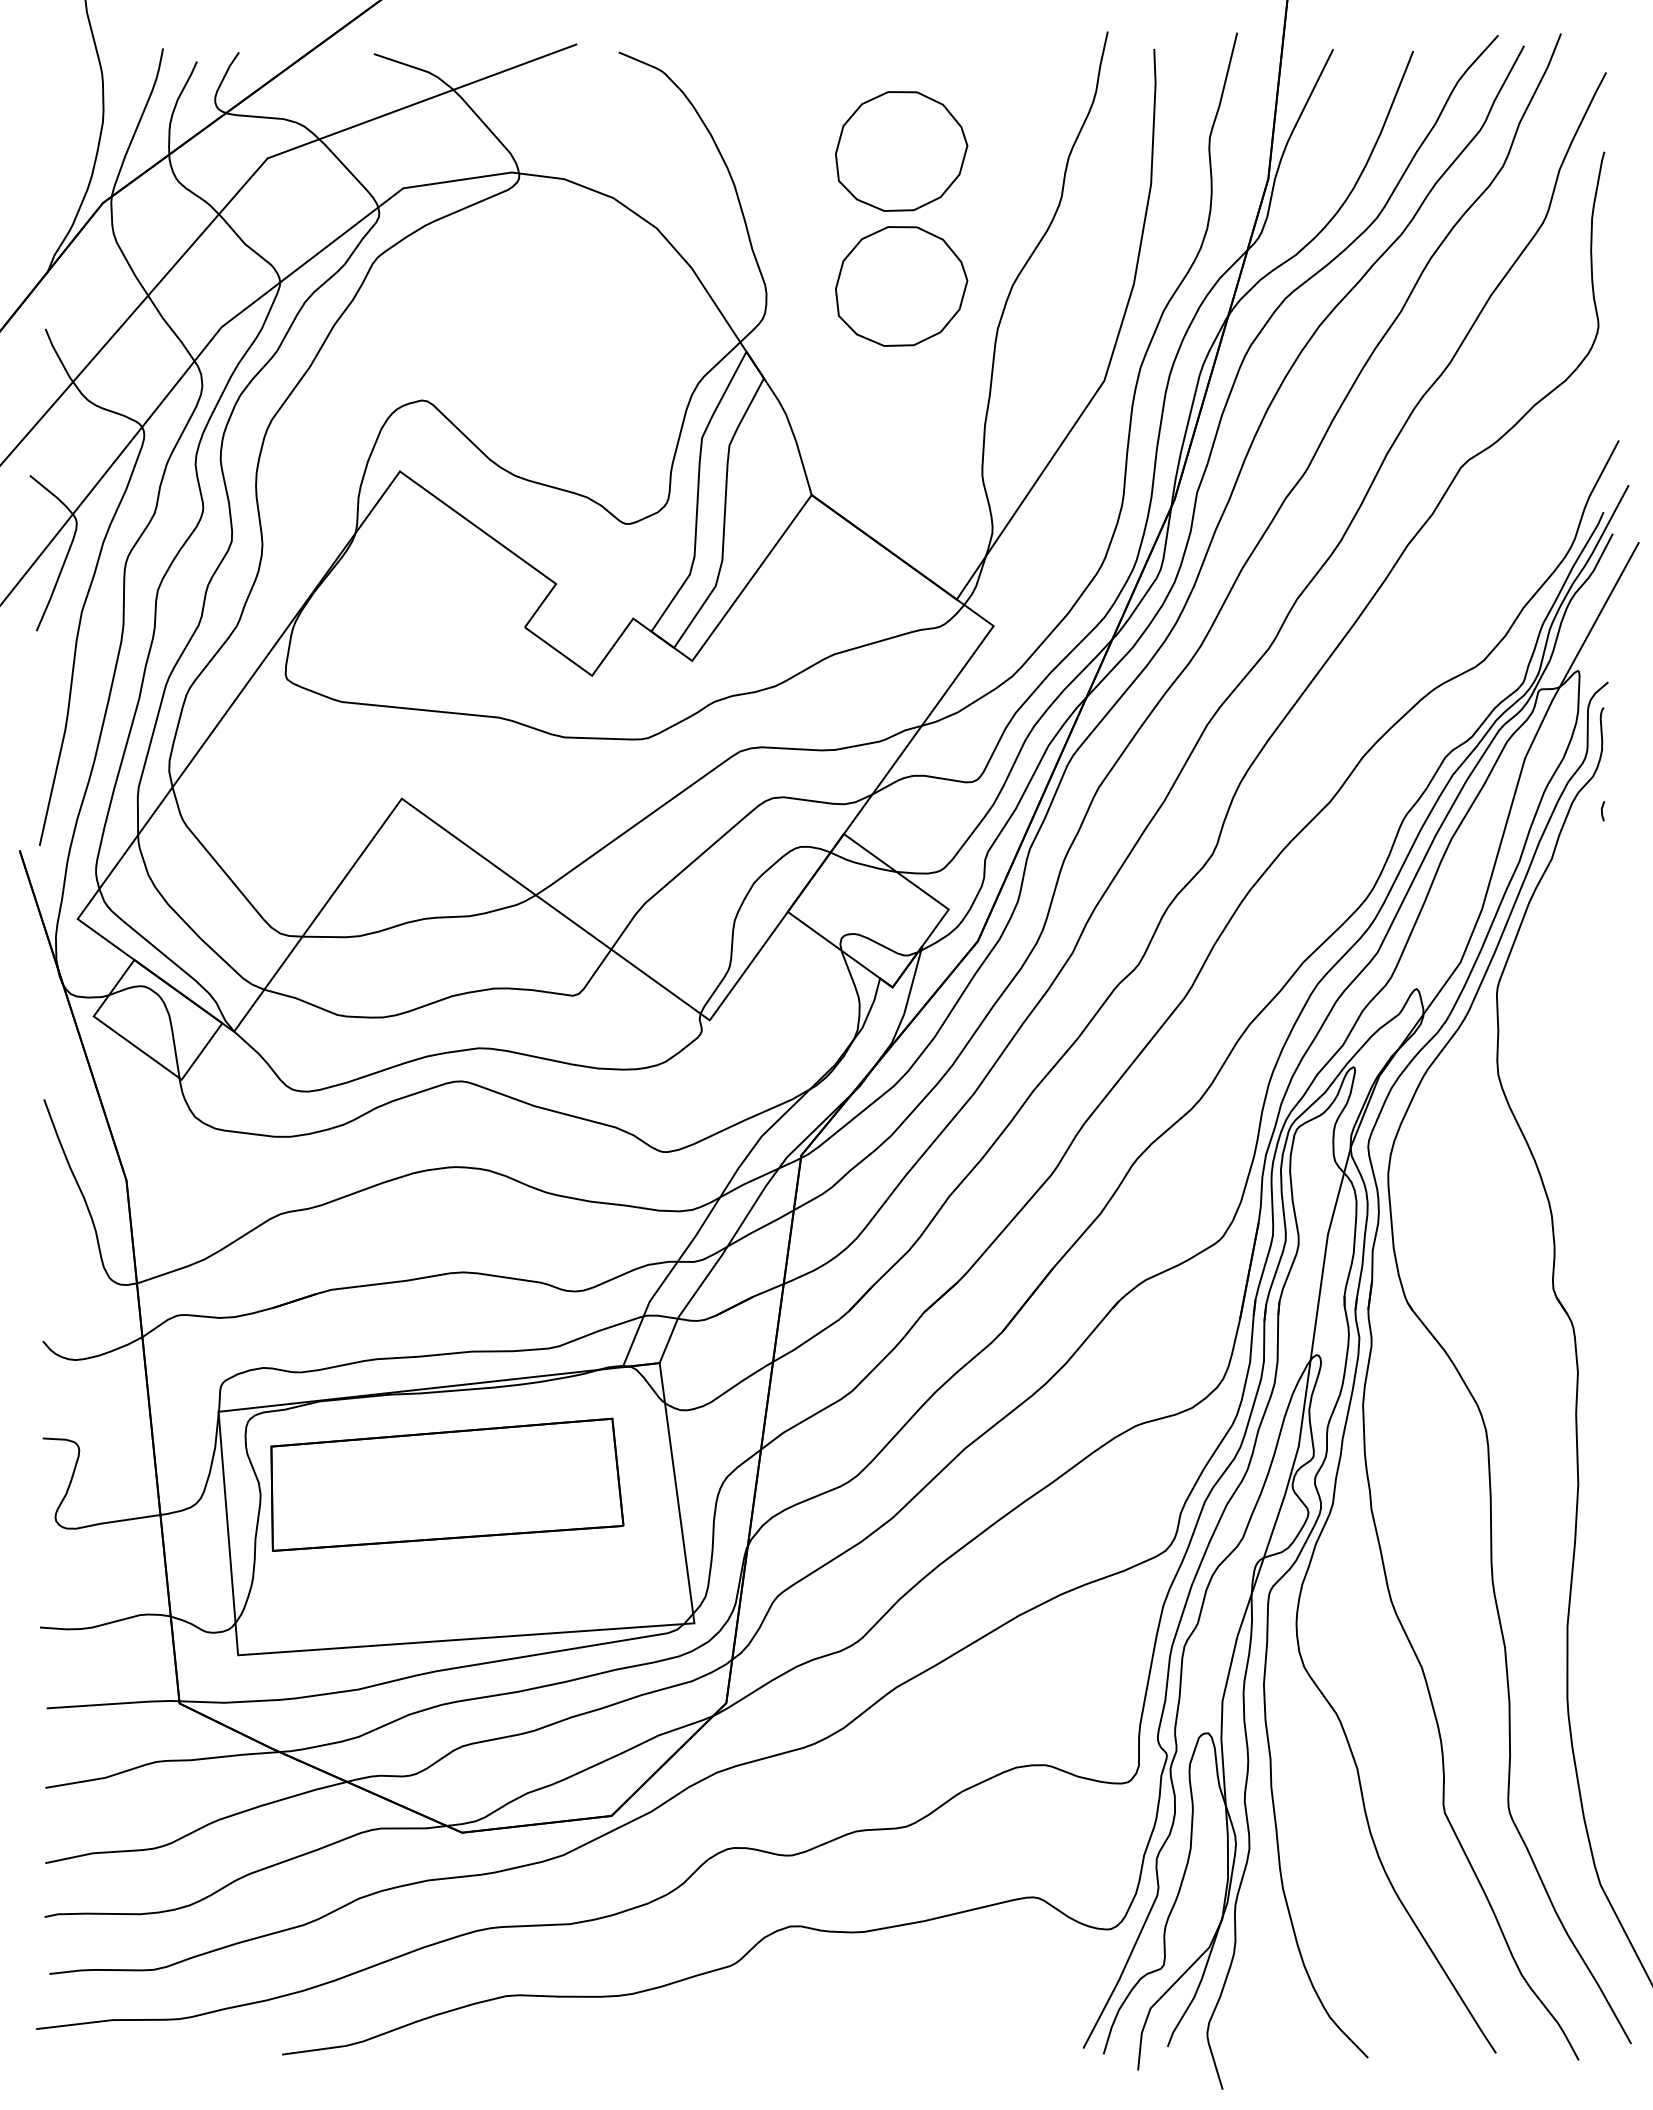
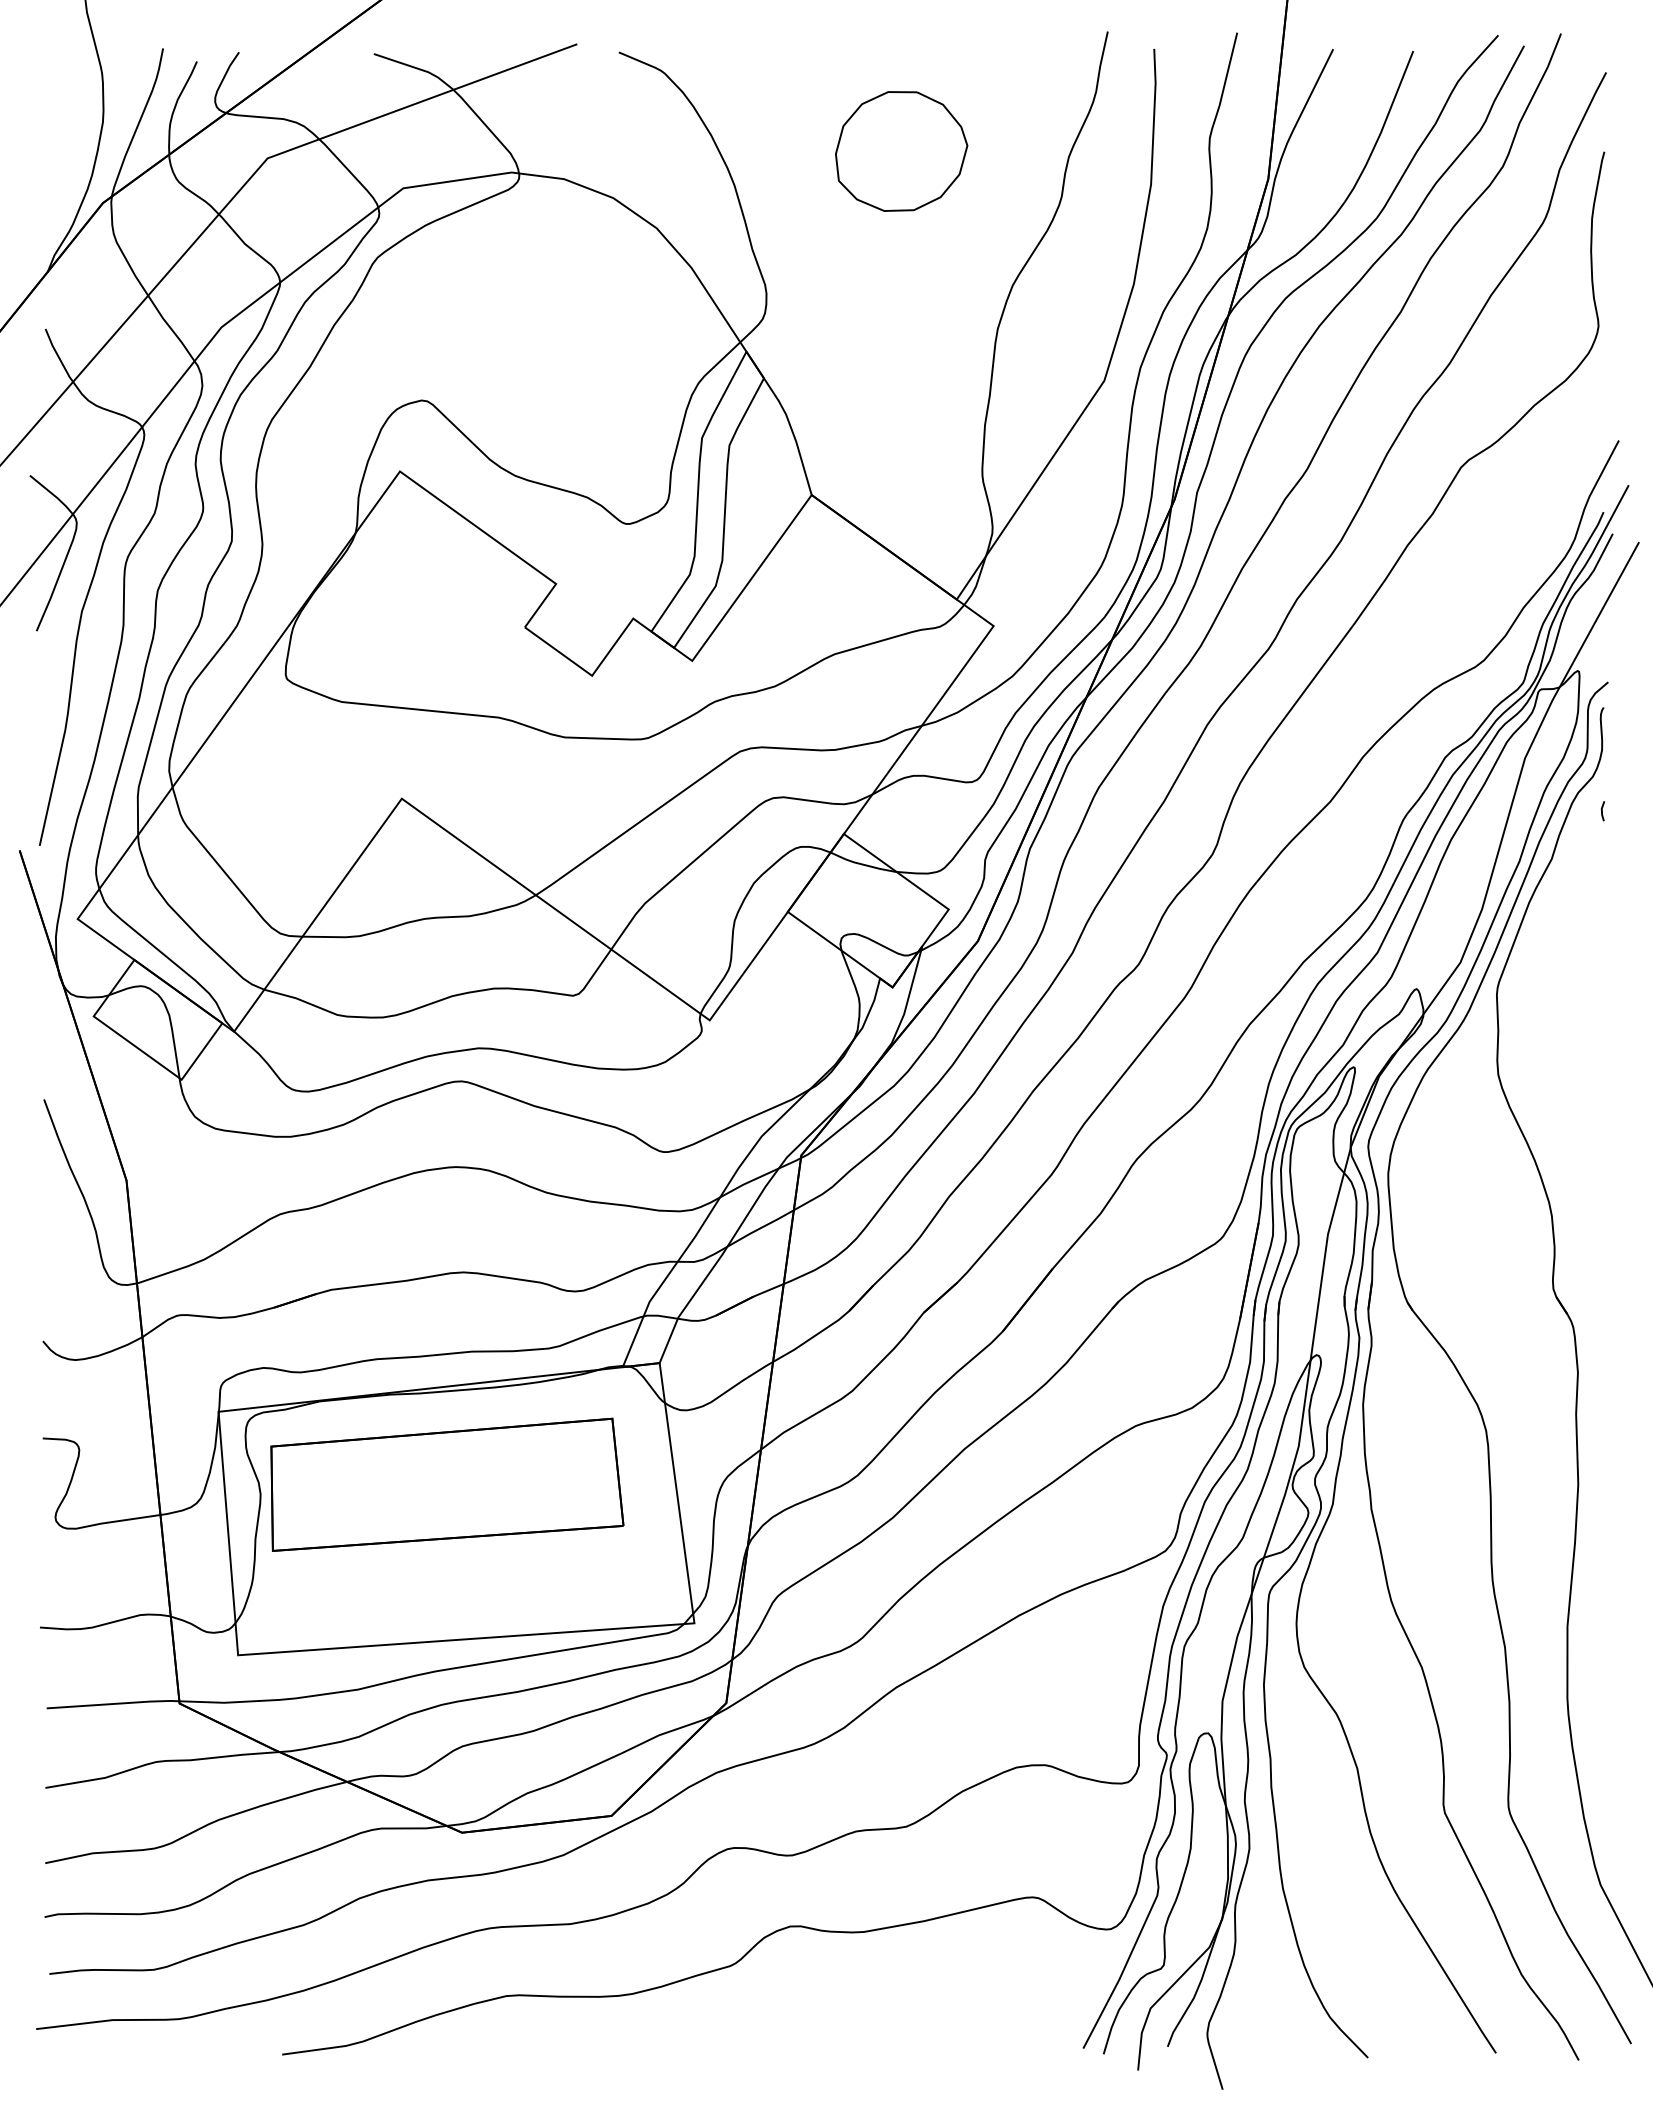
part at (901, 286): present -> none
